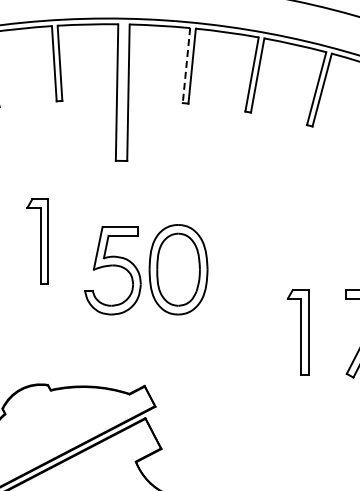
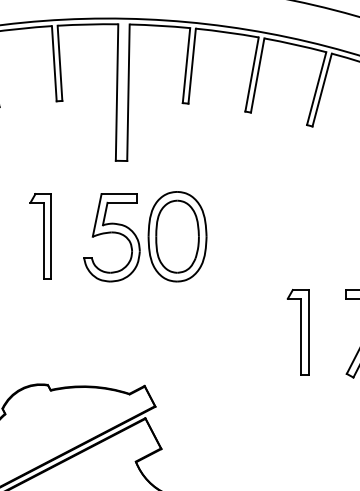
line at (186, 65): dashed -> solid
part at (37, 241) position: (37, 241) -> (40, 236)
part at (146, 269) position: (146, 269) -> (145, 236)
